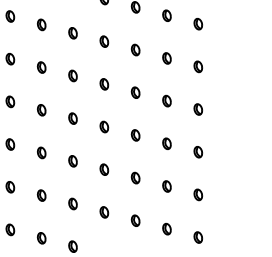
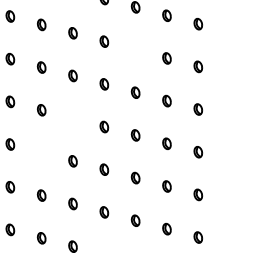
part at (135, 49): present -> none
part at (72, 118): present -> none
part at (41, 152): present -> none
